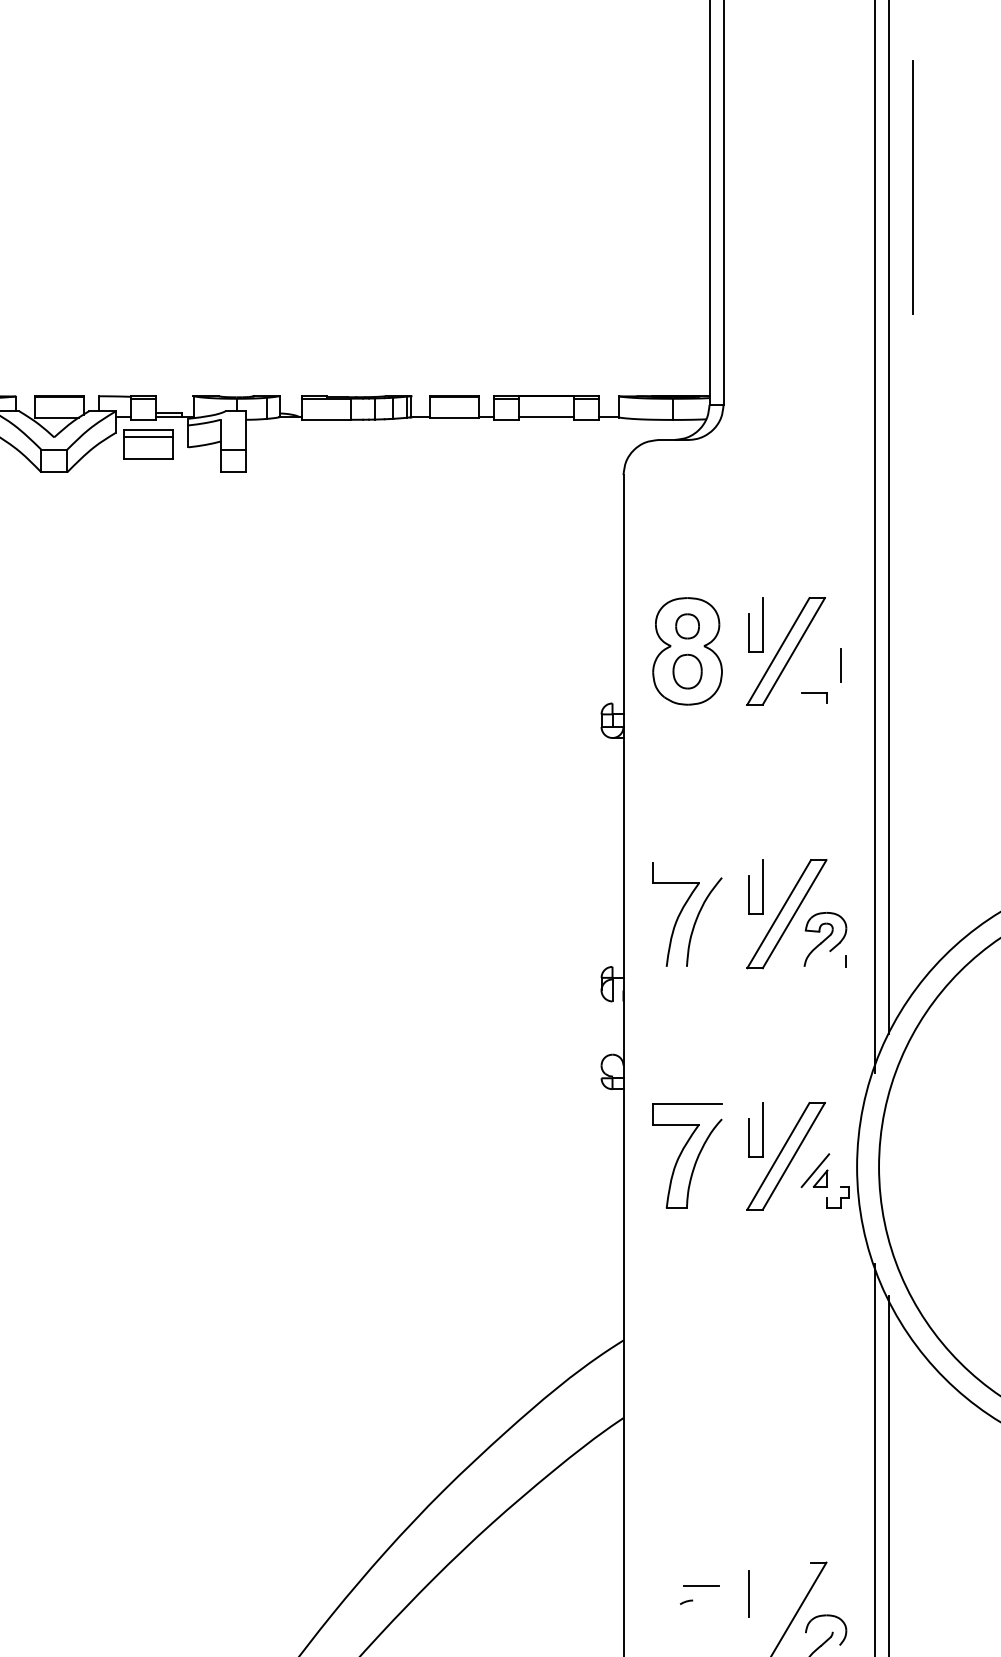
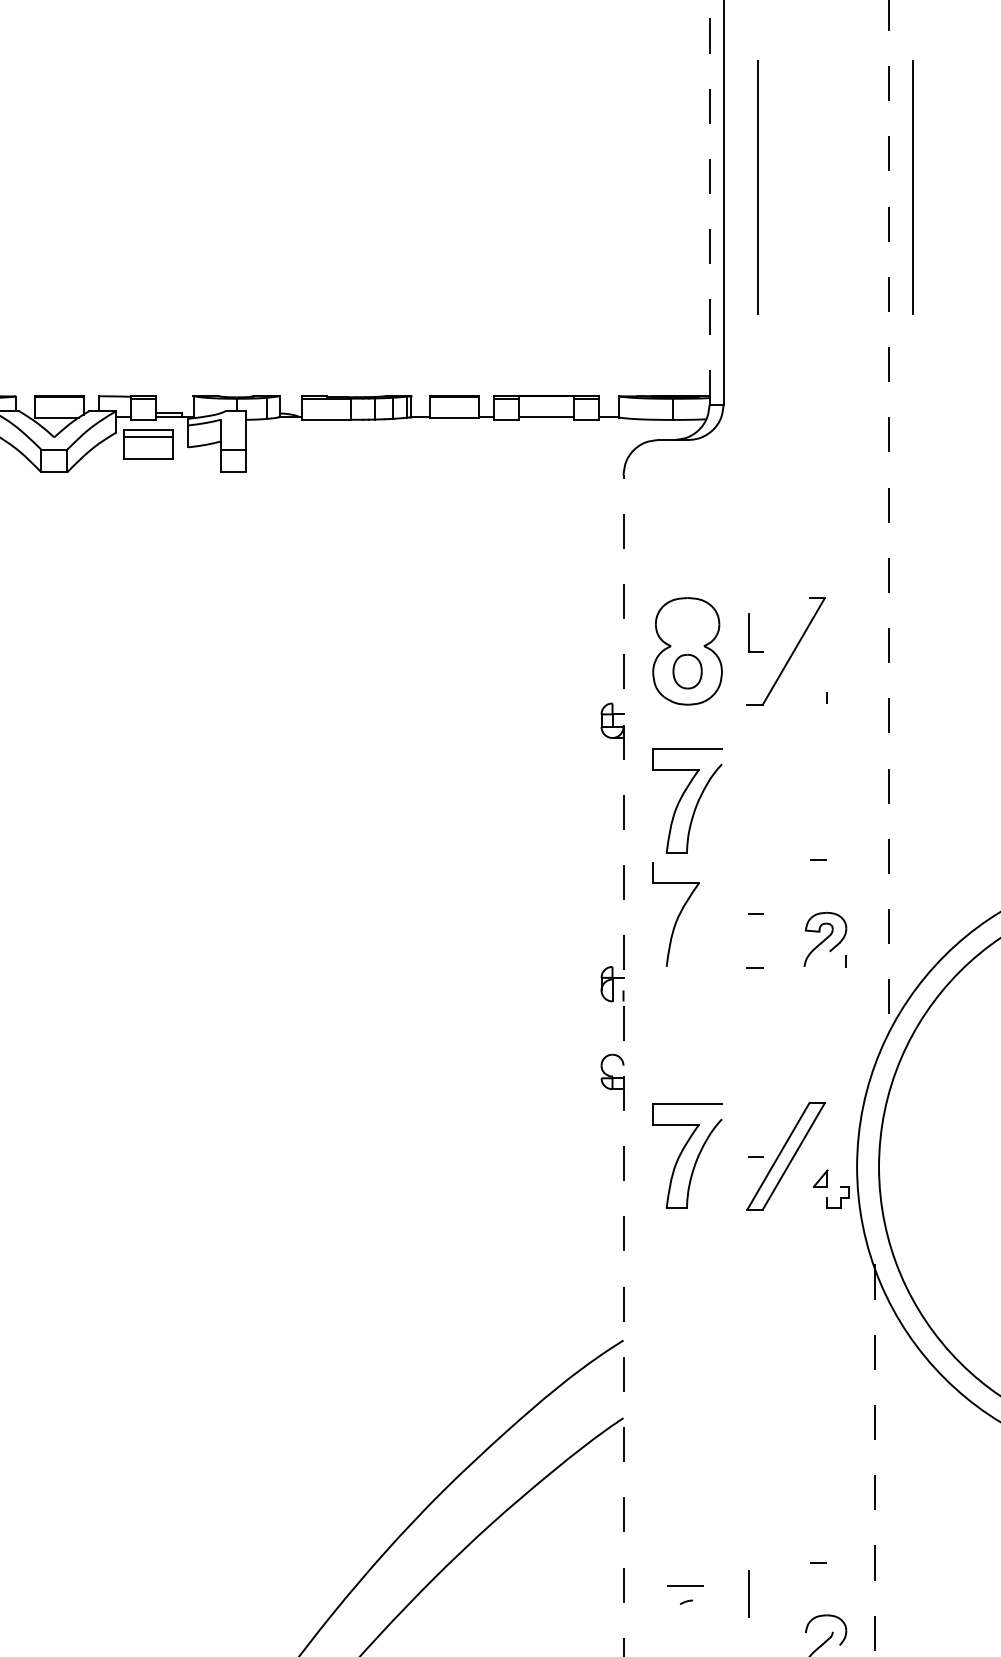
line at (757, 187): none -> present
line at (709, 202): solid -> dashed
line at (888, 517): solid -> dashed
line at (874, 537): present -> none
line at (762, 625): present -> none
part at (687, 626): present -> none
line at (778, 651): present -> none
line at (840, 665): present -> none
line at (814, 692): present -> none
part at (687, 800): none -> present
line at (762, 887): present -> none
line at (749, 895): present -> none
line at (779, 914): present -> none
line at (794, 914): present -> none
part at (697, 920): present -> none
line at (623, 1065): solid -> dashed
line at (762, 1129): present -> none
line at (749, 1138): present -> none
line at (815, 1170): present -> none
line at (874, 1460): solid -> dashed
line at (888, 1474): present -> none
line at (701, 1585) position: (701, 1585) -> (685, 1585)
line at (799, 1607): present -> none
